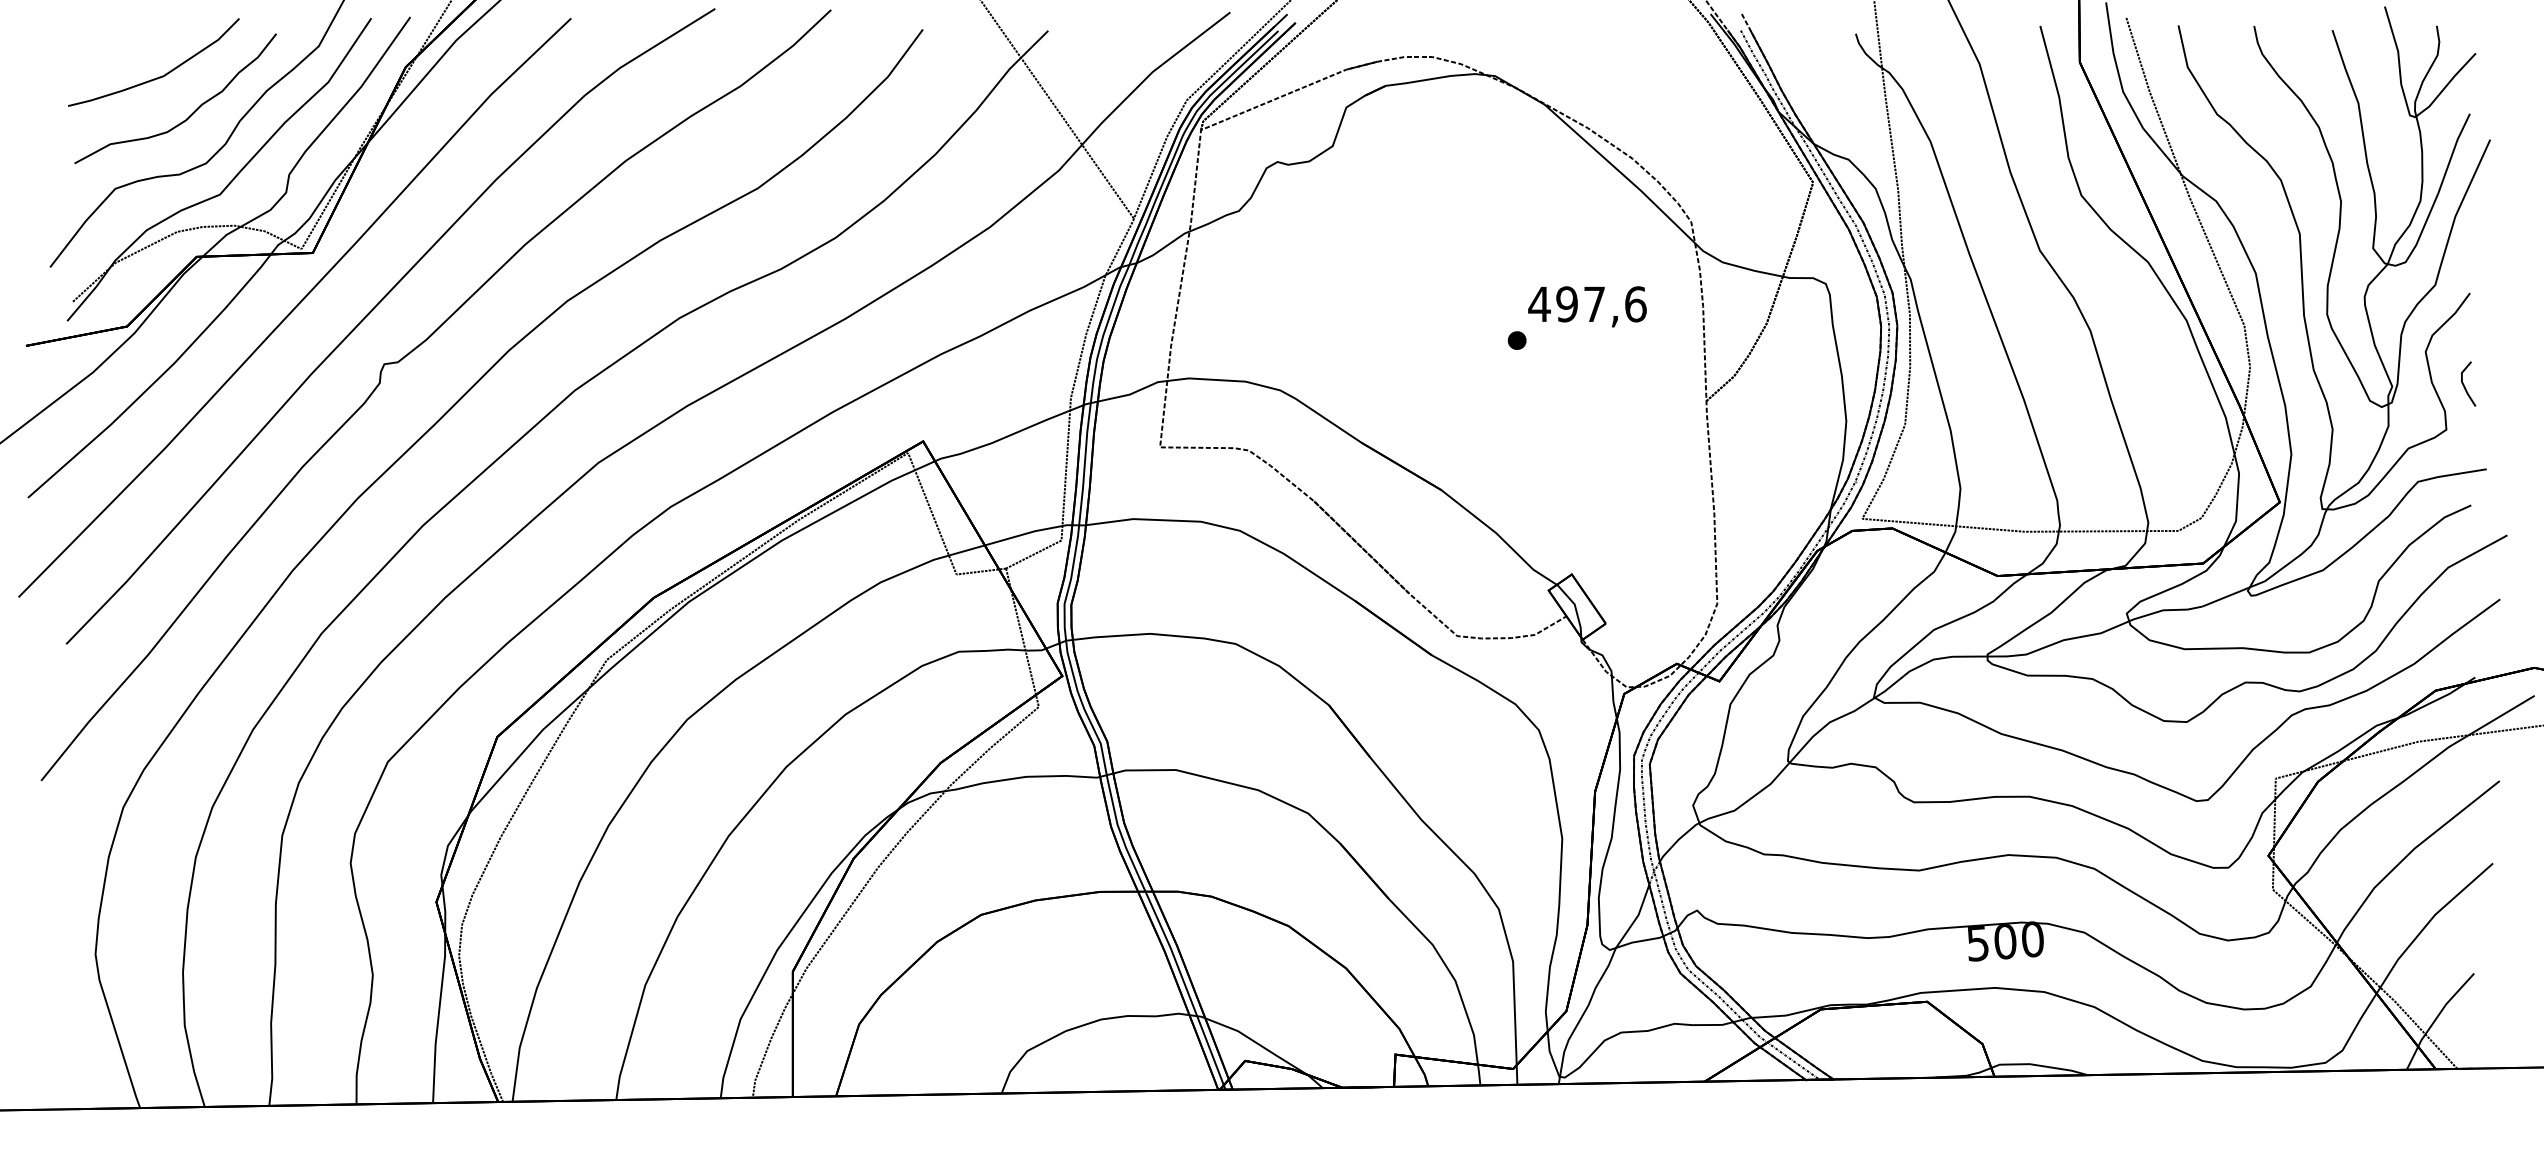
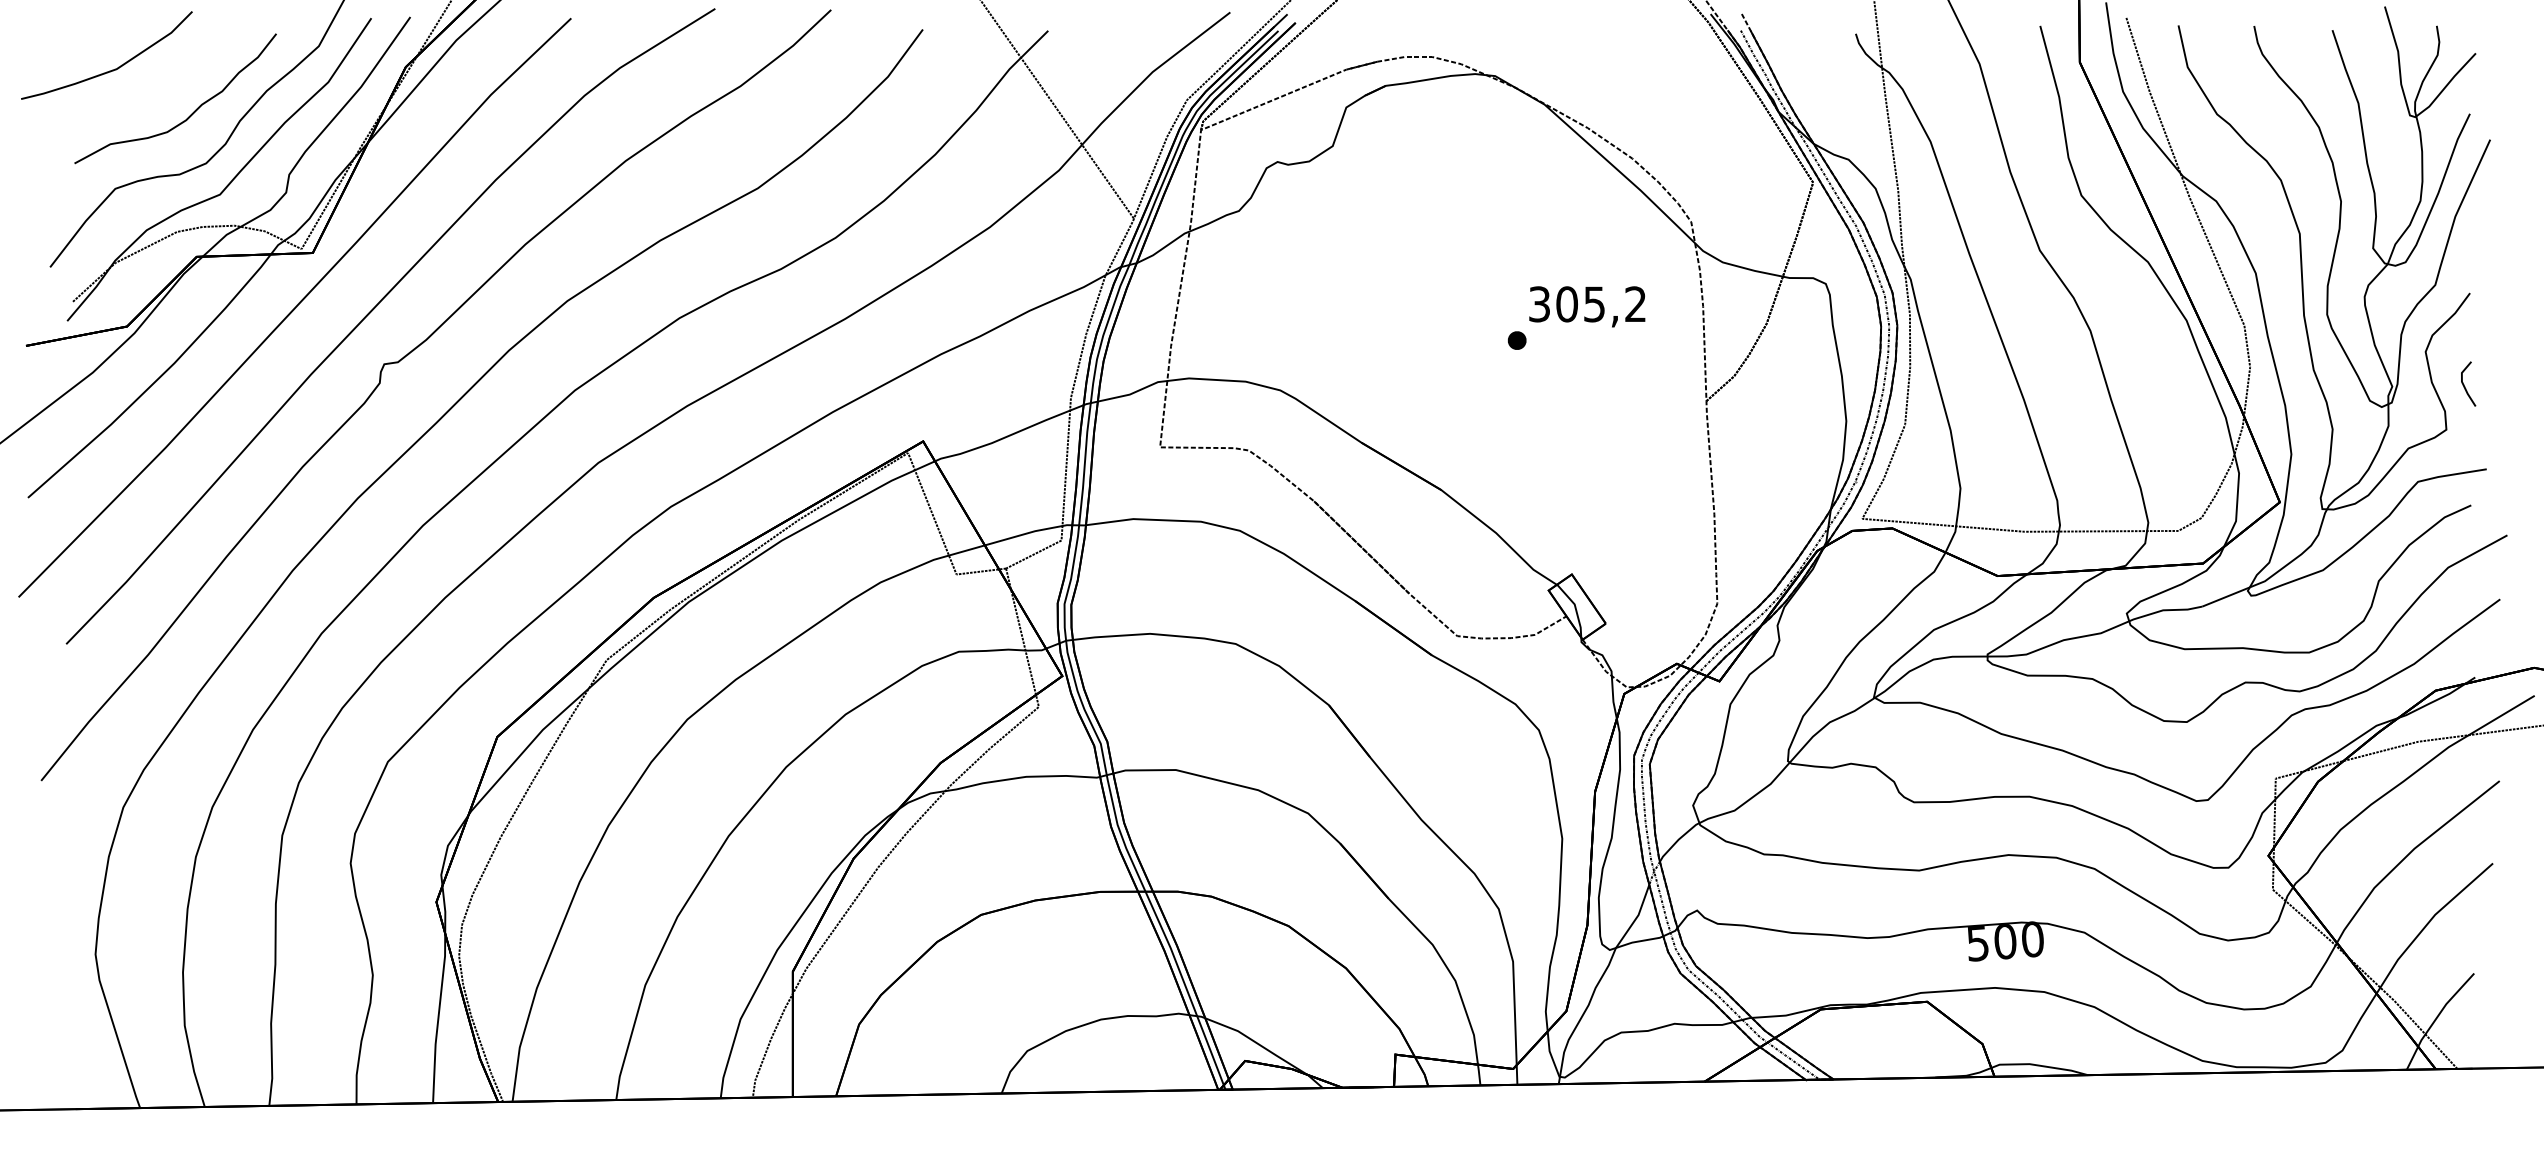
curve at (159, 76) position: (159, 76) -> (112, 69)
text at (1587, 304): 497,6 -> 305,2
